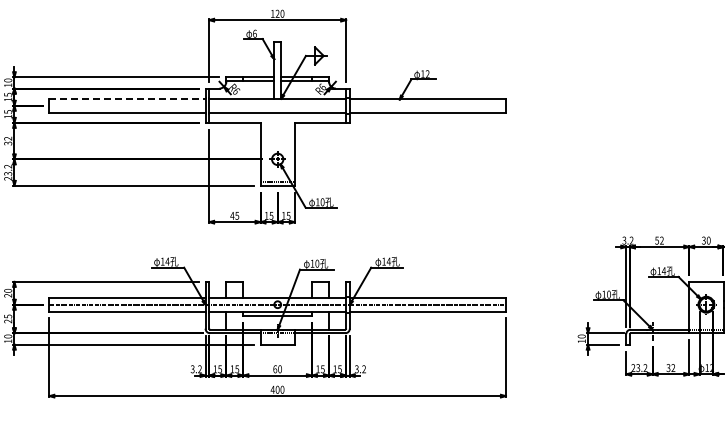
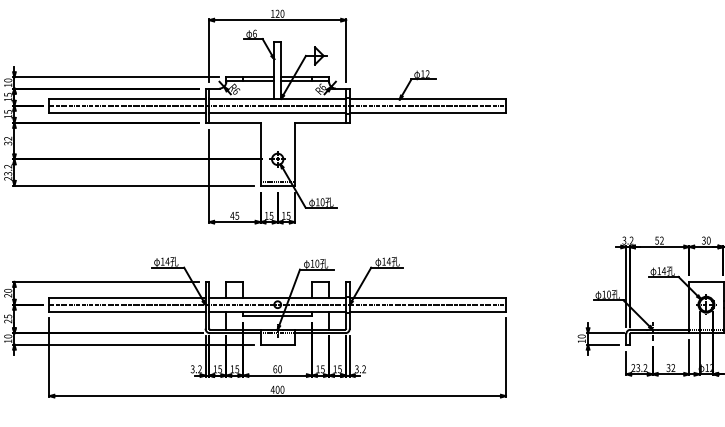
line at (128, 98): dashed -> solid
line at (277, 105): none -> present
